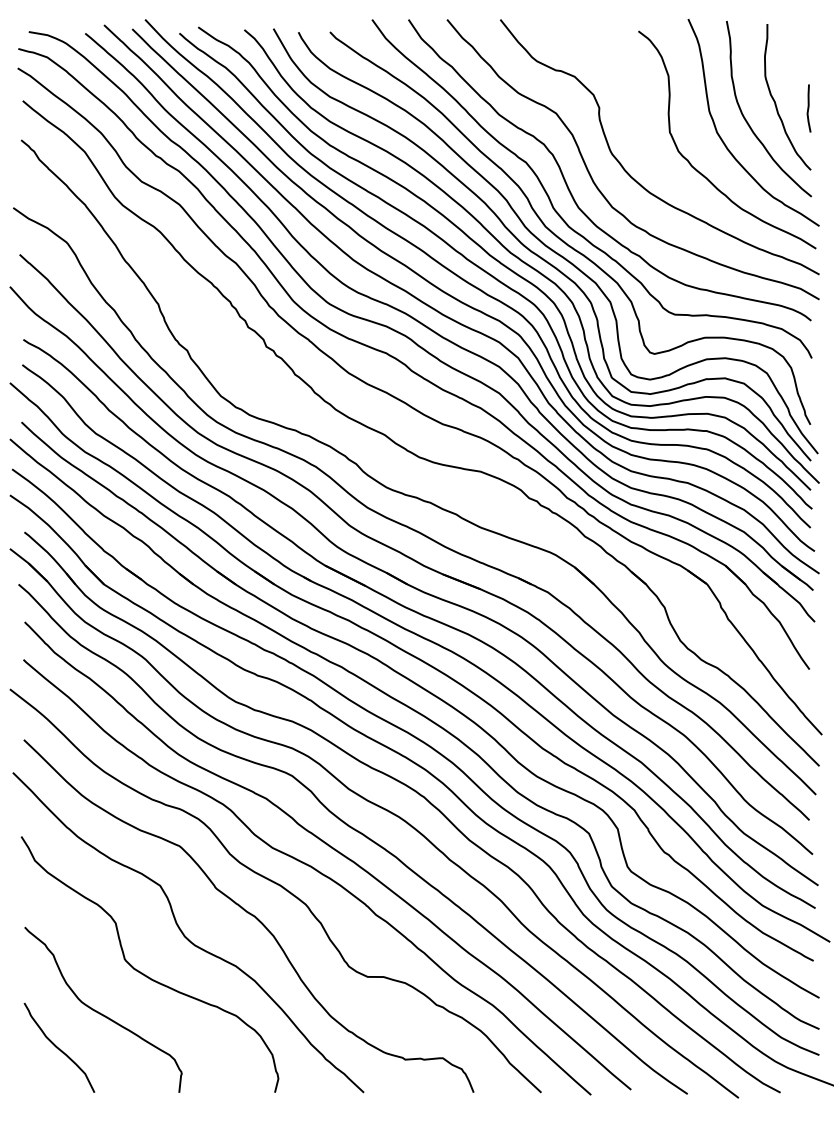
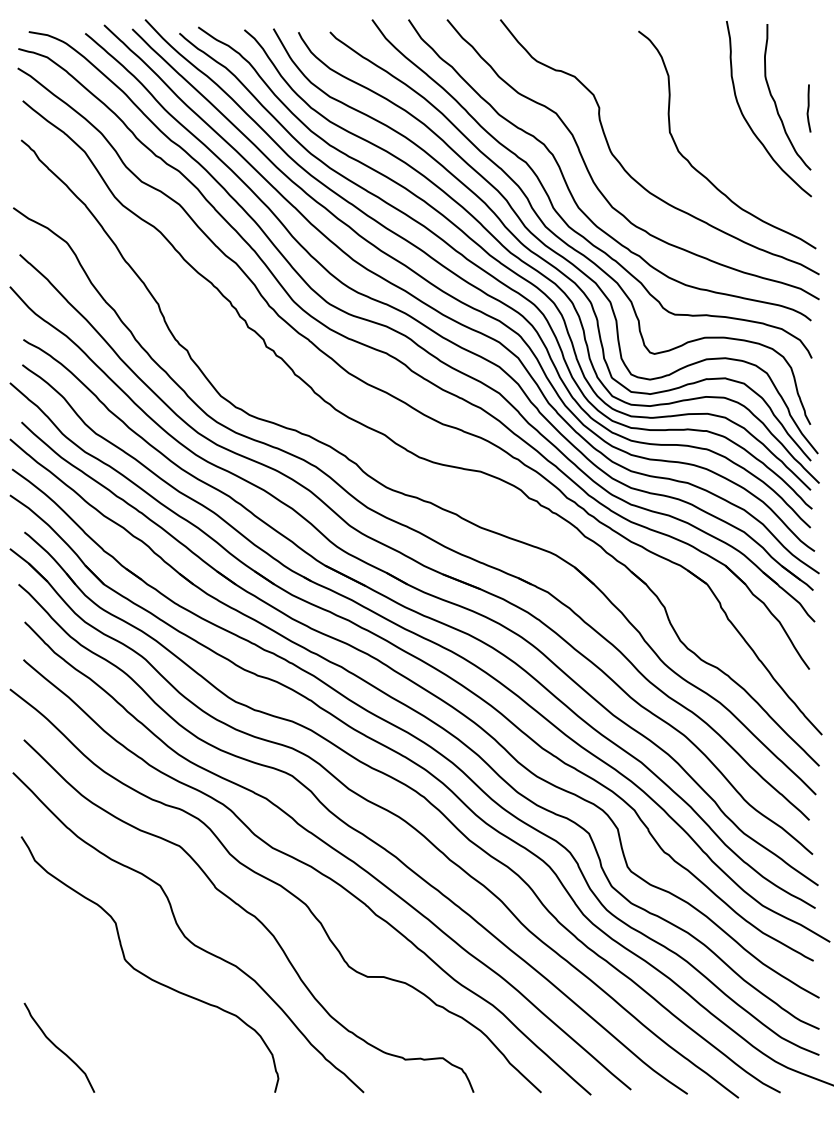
curve at (723, 140): present -> none
curve at (102, 1013): present -> none
